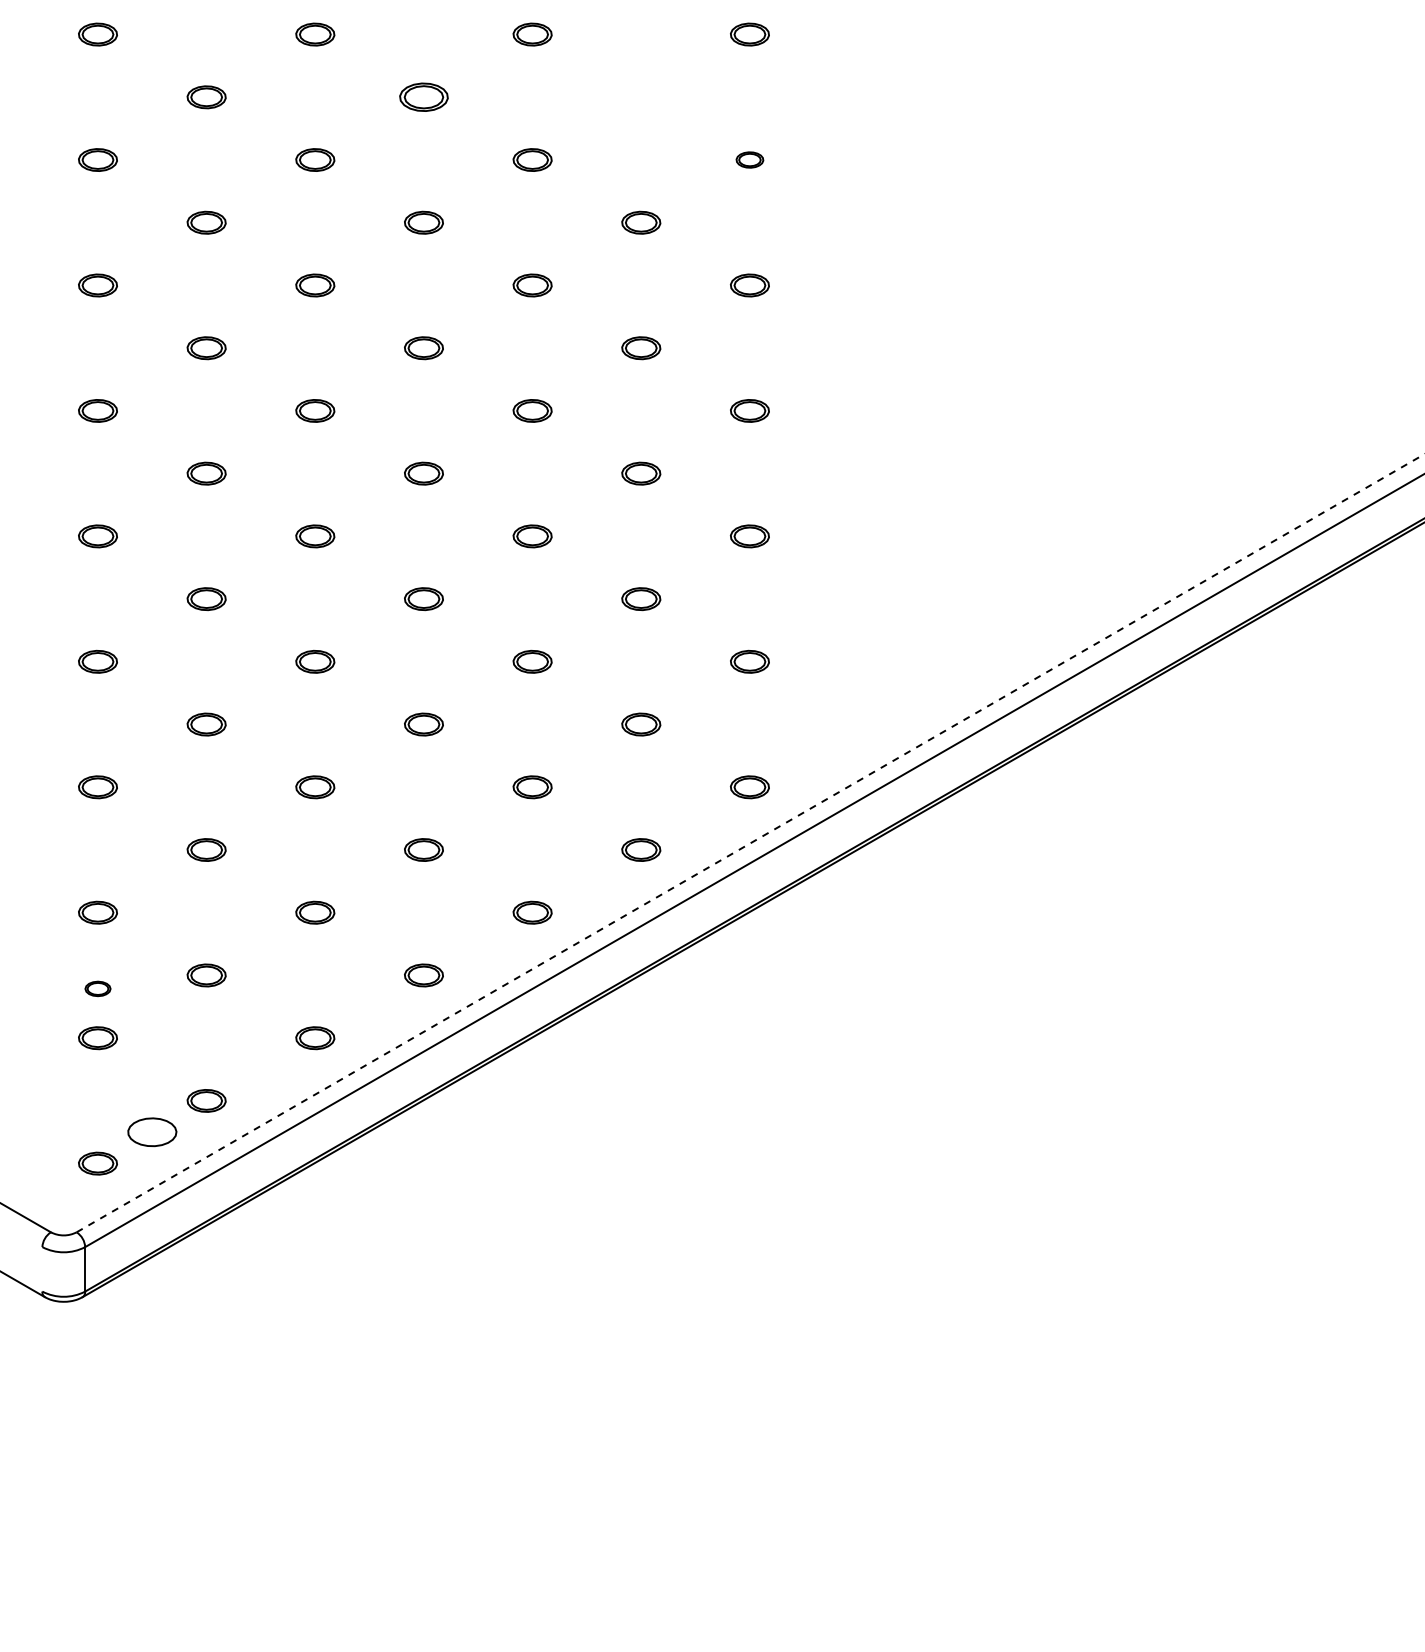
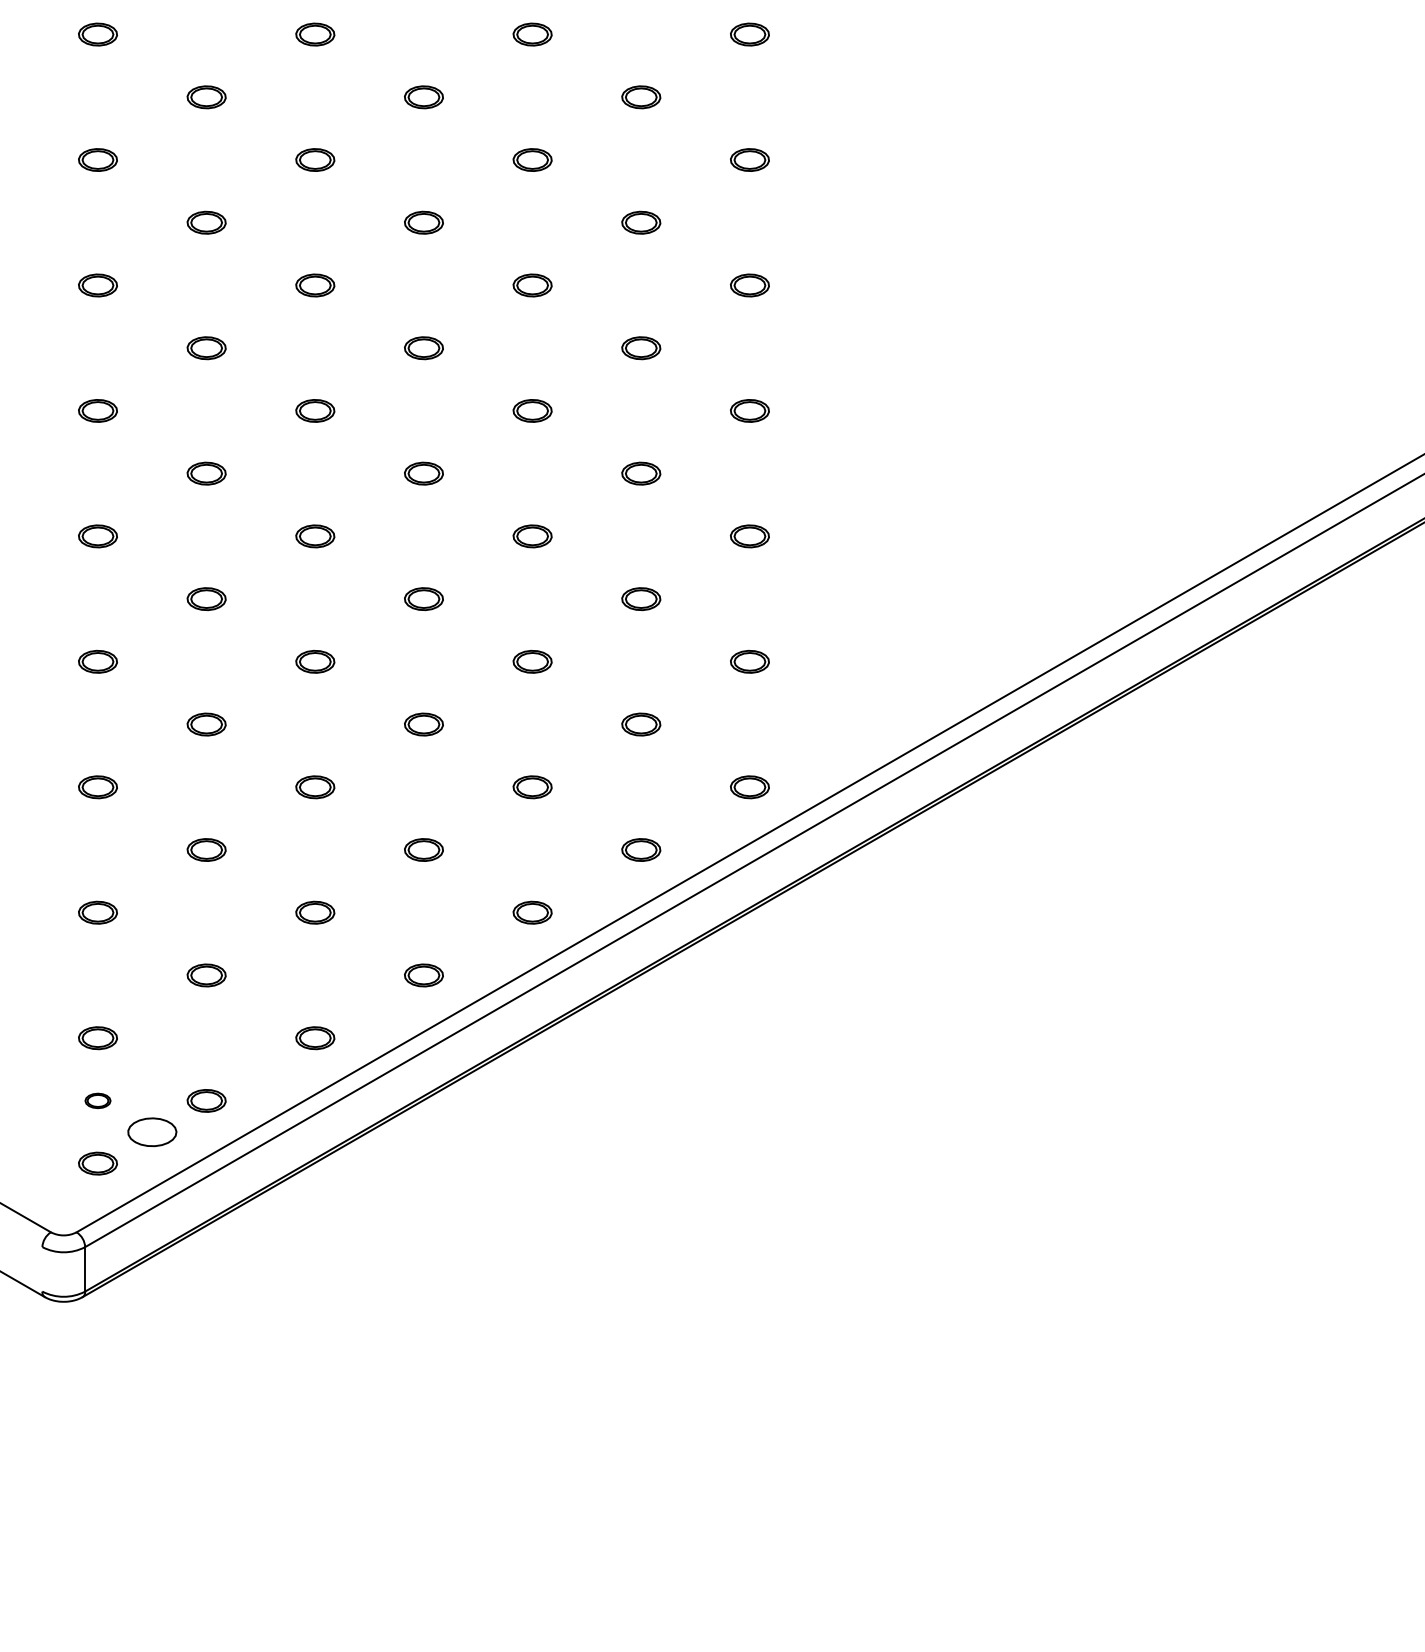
part at (423, 96) size: 50x30 px -> 40x25 px
part at (641, 97): none -> present
part at (749, 159) size: 30x18 px -> 40x24 px
line at (751, 842): dashed -> solid
part at (97, 988) position: (97, 988) -> (97, 1100)
